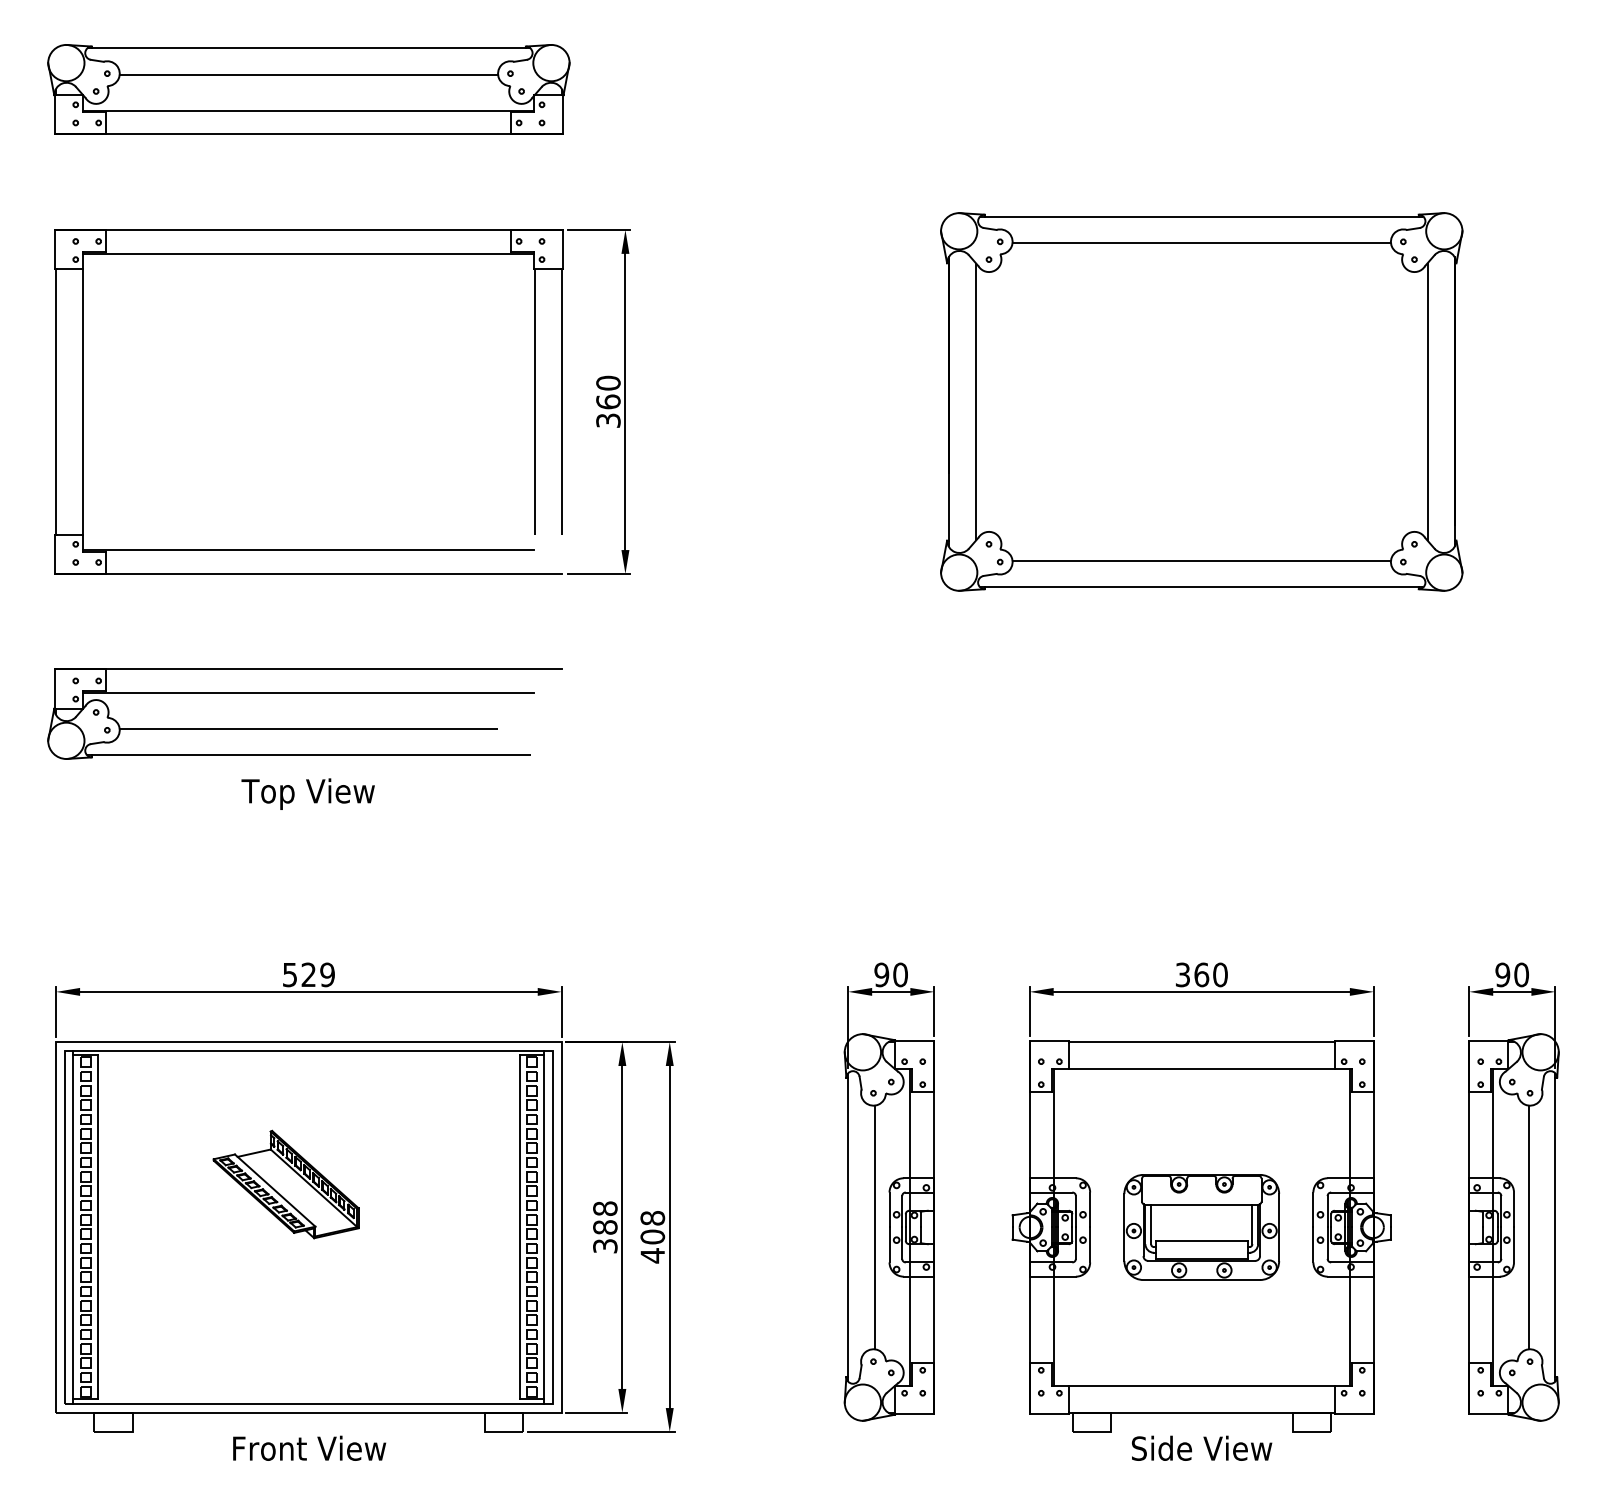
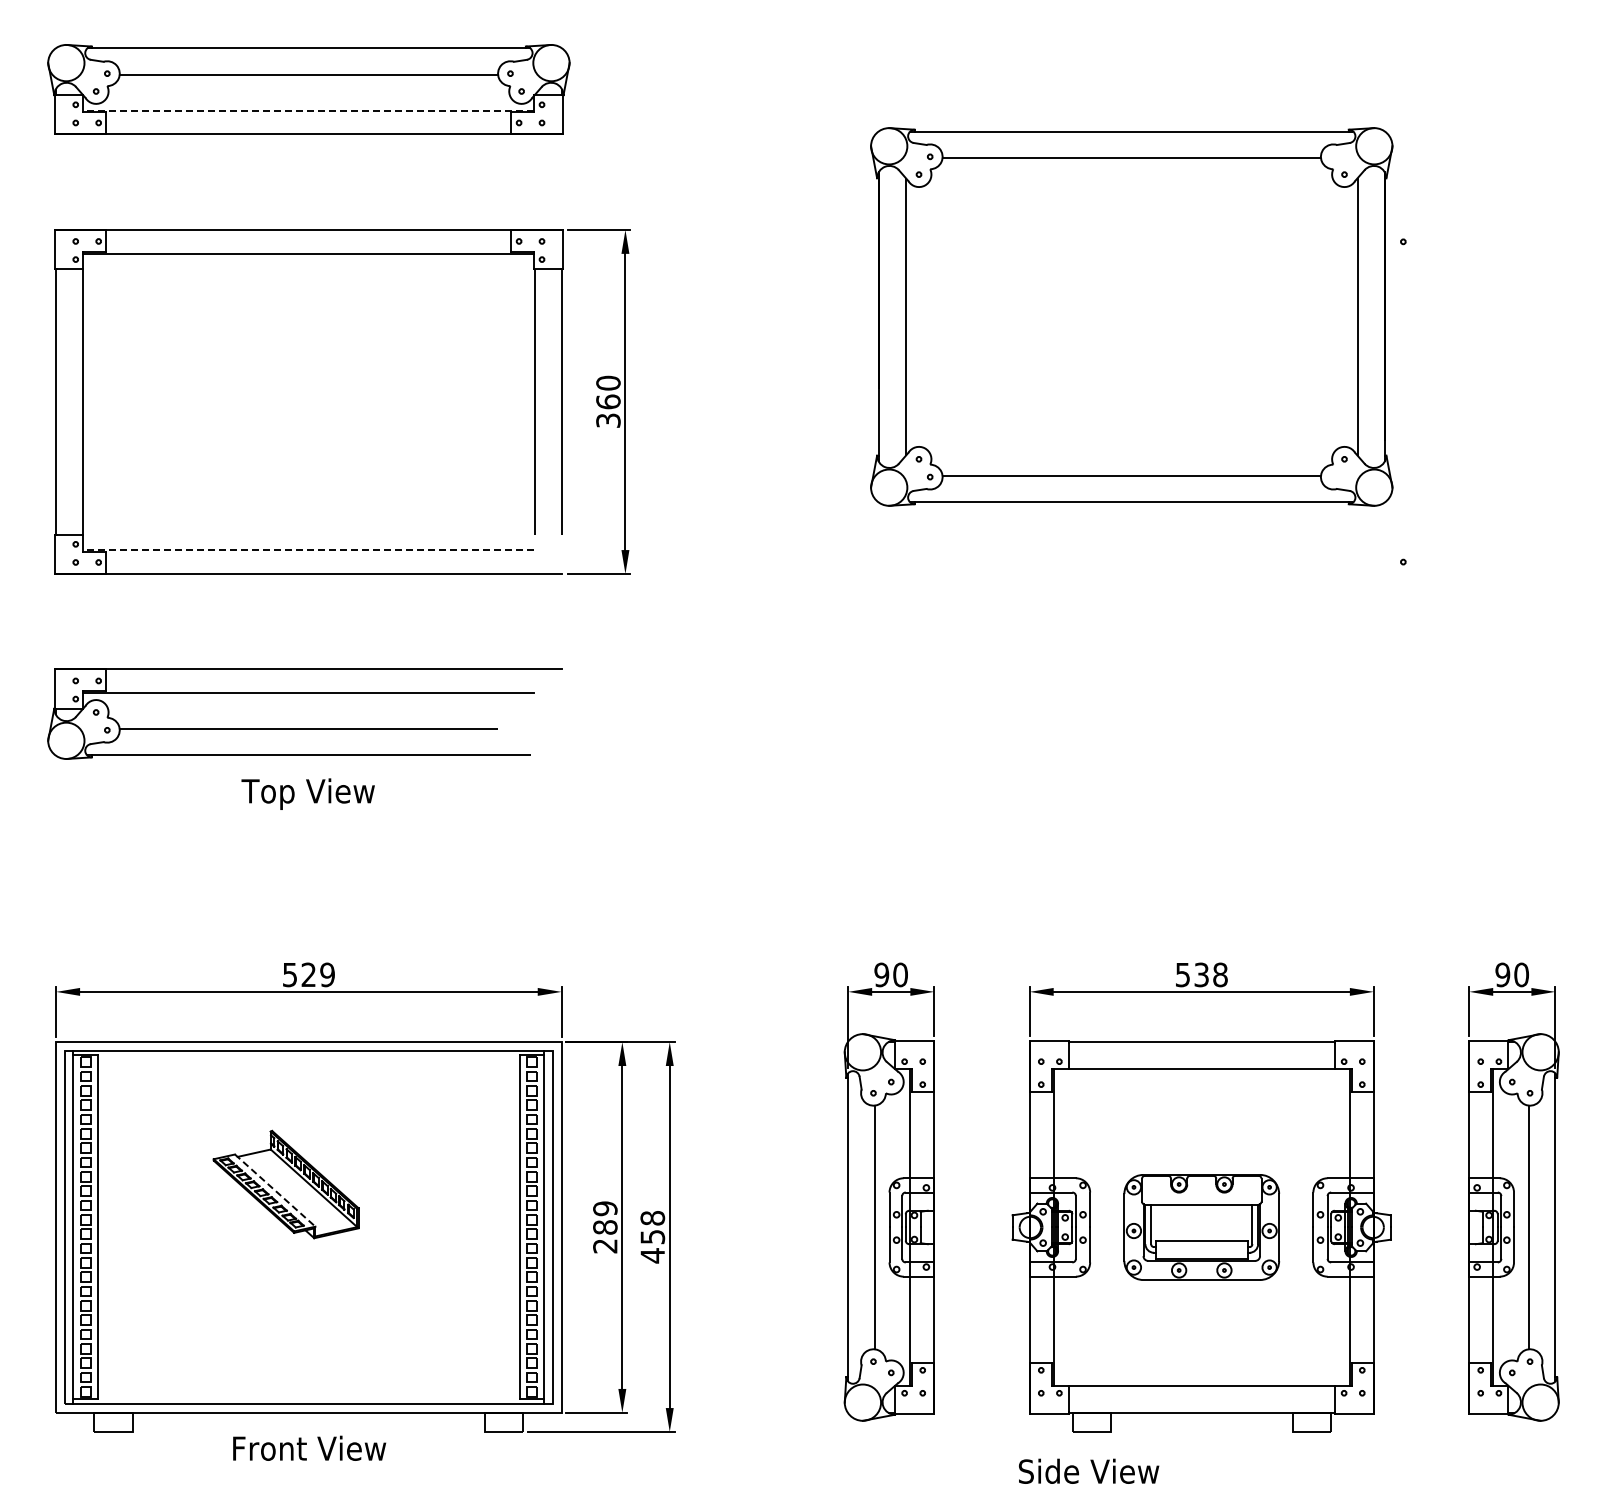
line at (308, 110): solid -> dashed
part at (1201, 401) position: (1201, 401) -> (1131, 316)
line at (308, 550): solid -> dashed
text at (1201, 974): 360 -> 538
line at (275, 1190): solid -> dashed
text at (605, 1227): 388 -> 289
text at (652, 1236): 408 -> 458
text at (1202, 1447) position: (1202, 1447) -> (1089, 1470)
